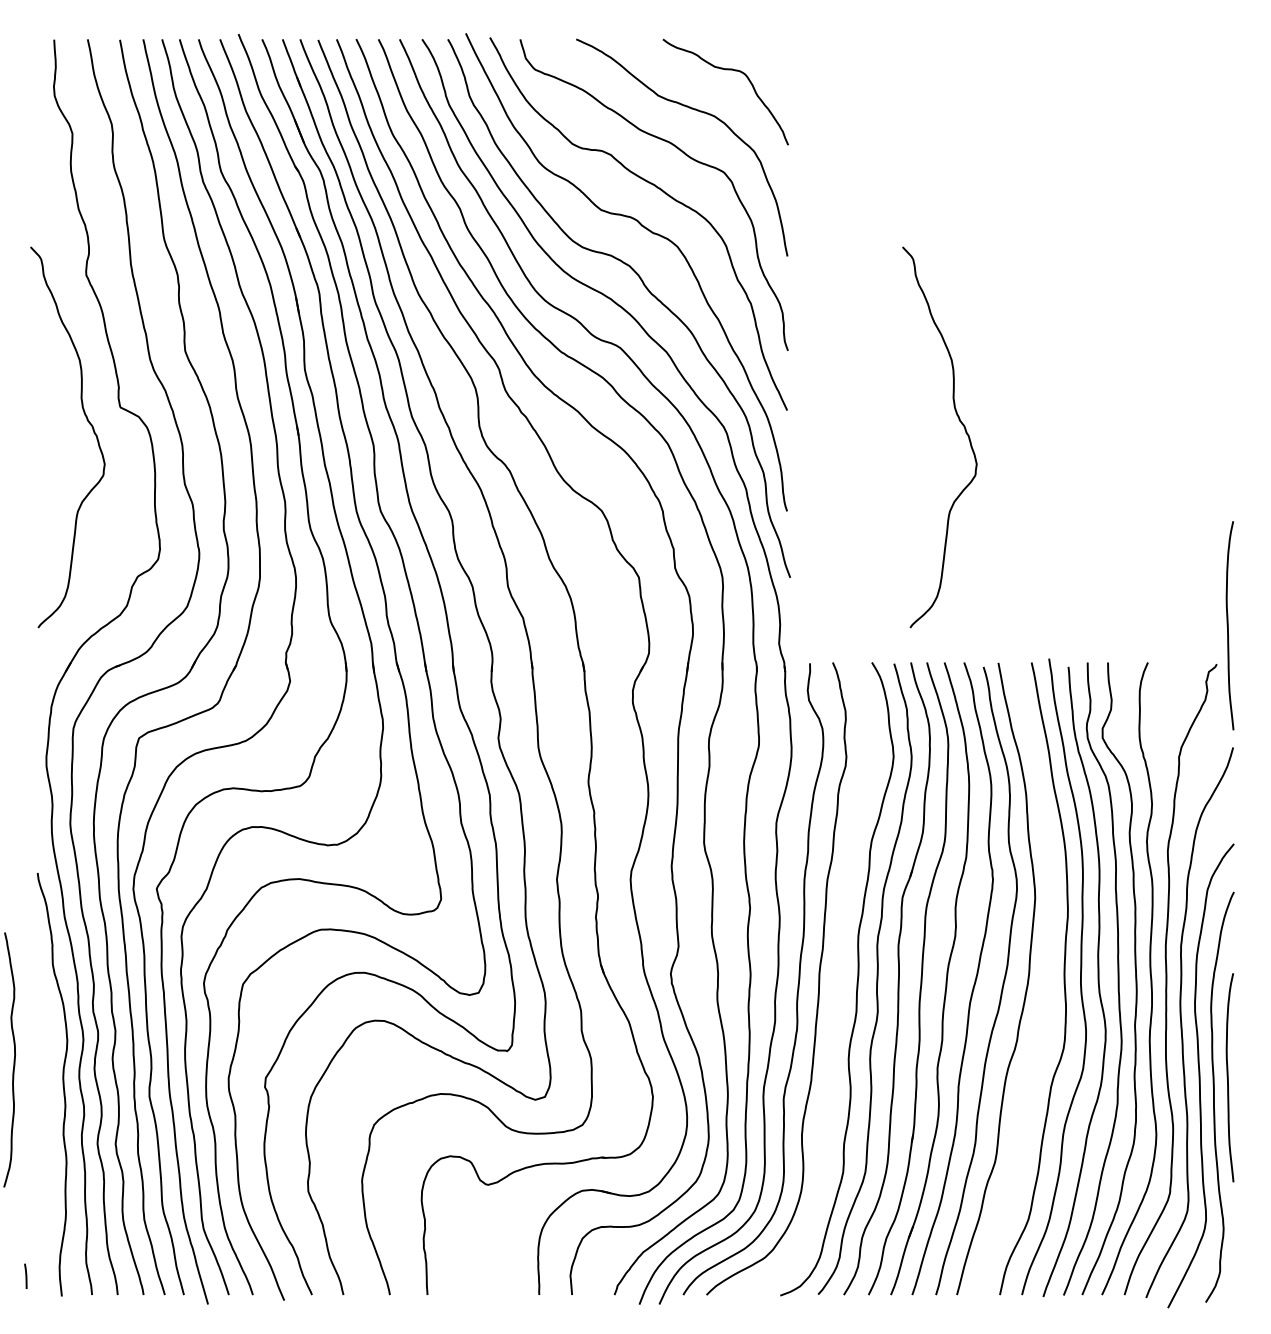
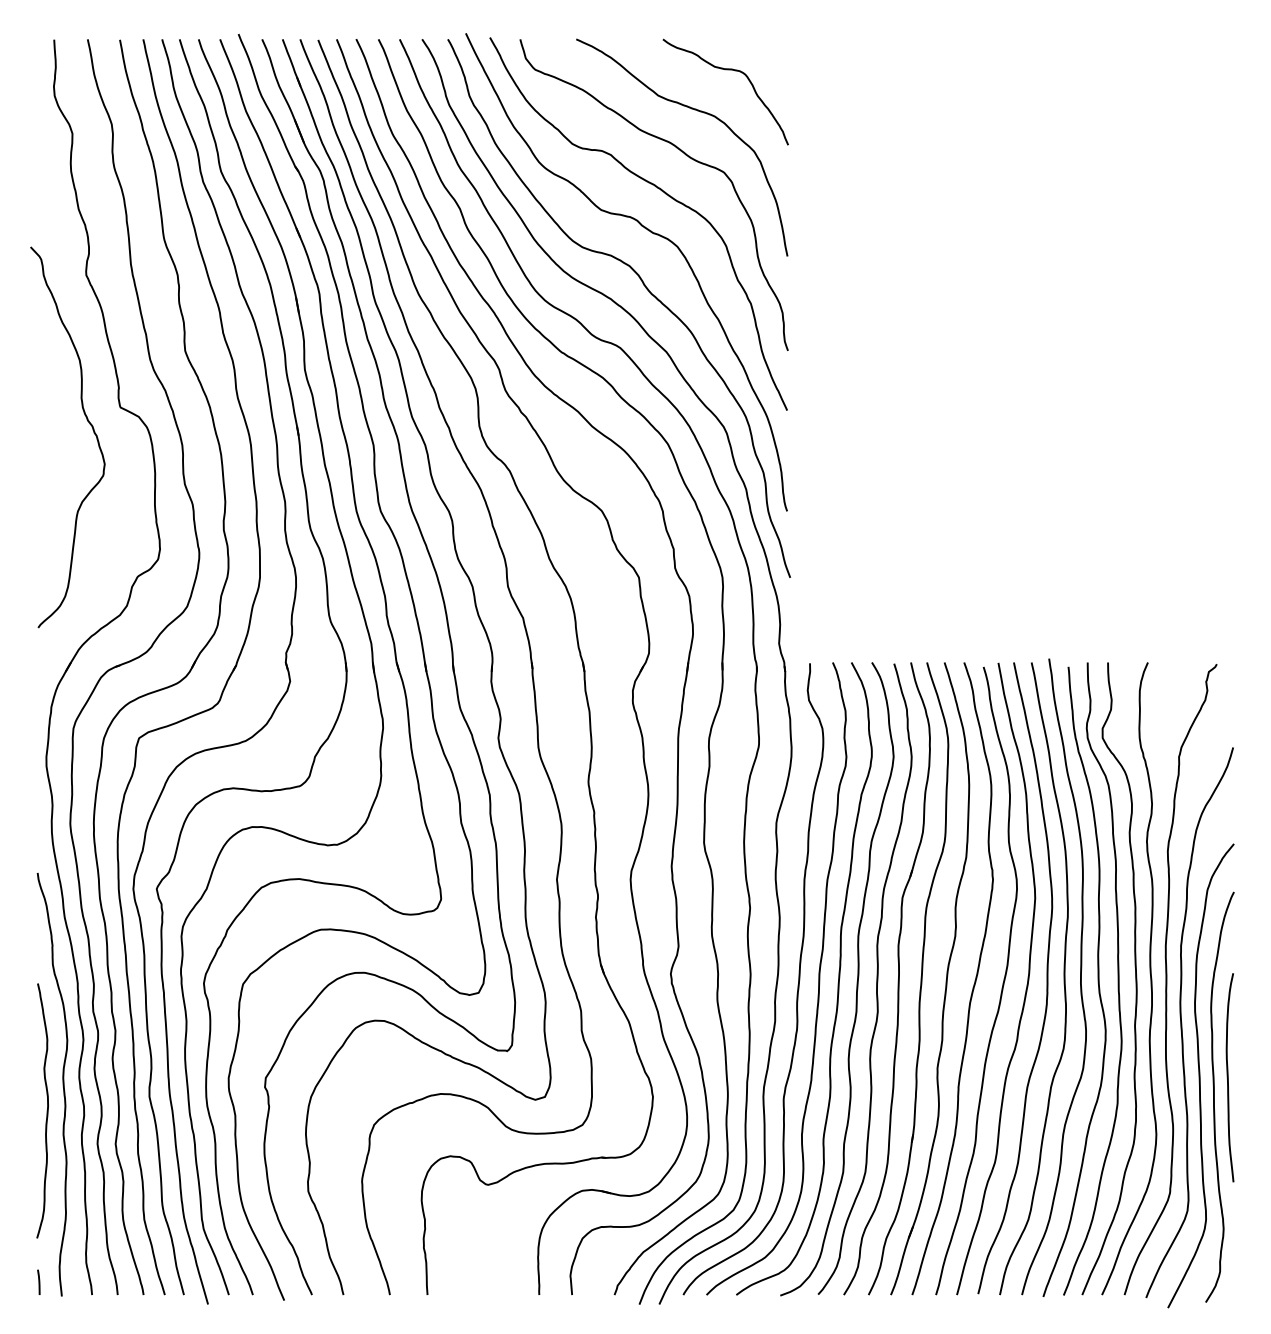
curve at (961, 424): present -> none
curve at (1228, 625): present -> none
curve at (1046, 978): none -> present
curve at (837, 983): none -> present
curve at (13, 1059) position: (13, 1059) -> (46, 1110)
line at (25, 1275) position: (25, 1275) -> (38, 1281)
